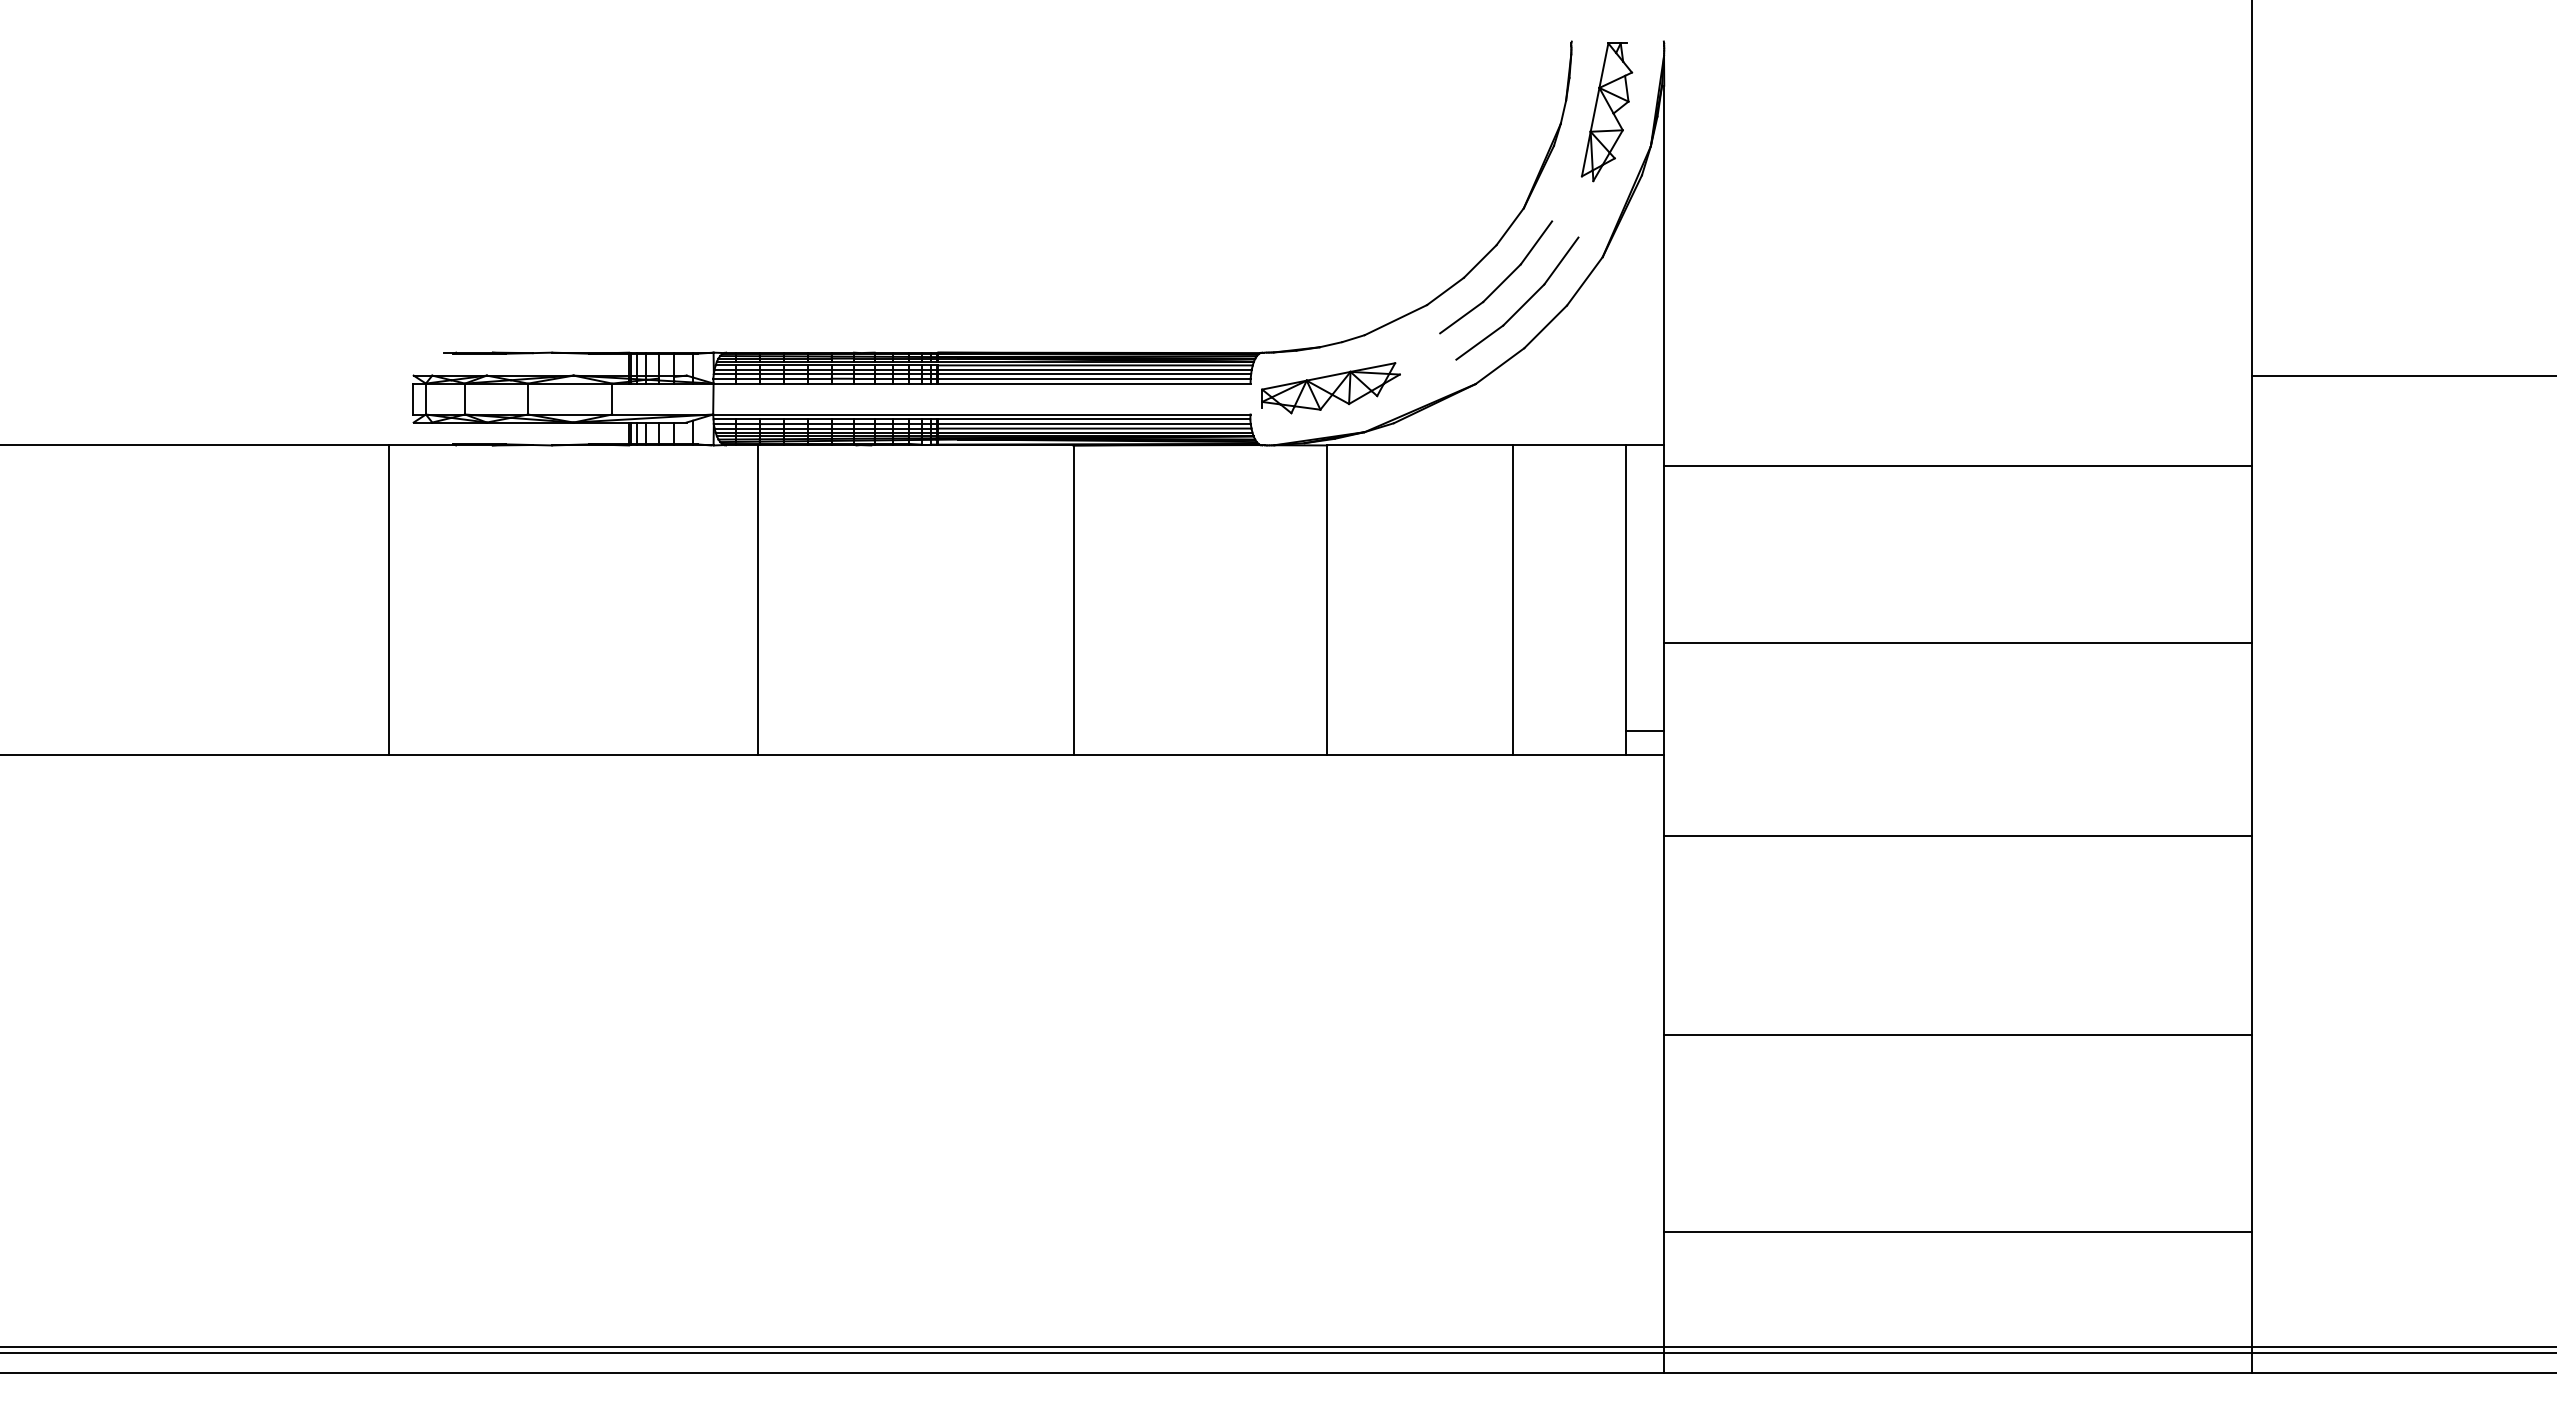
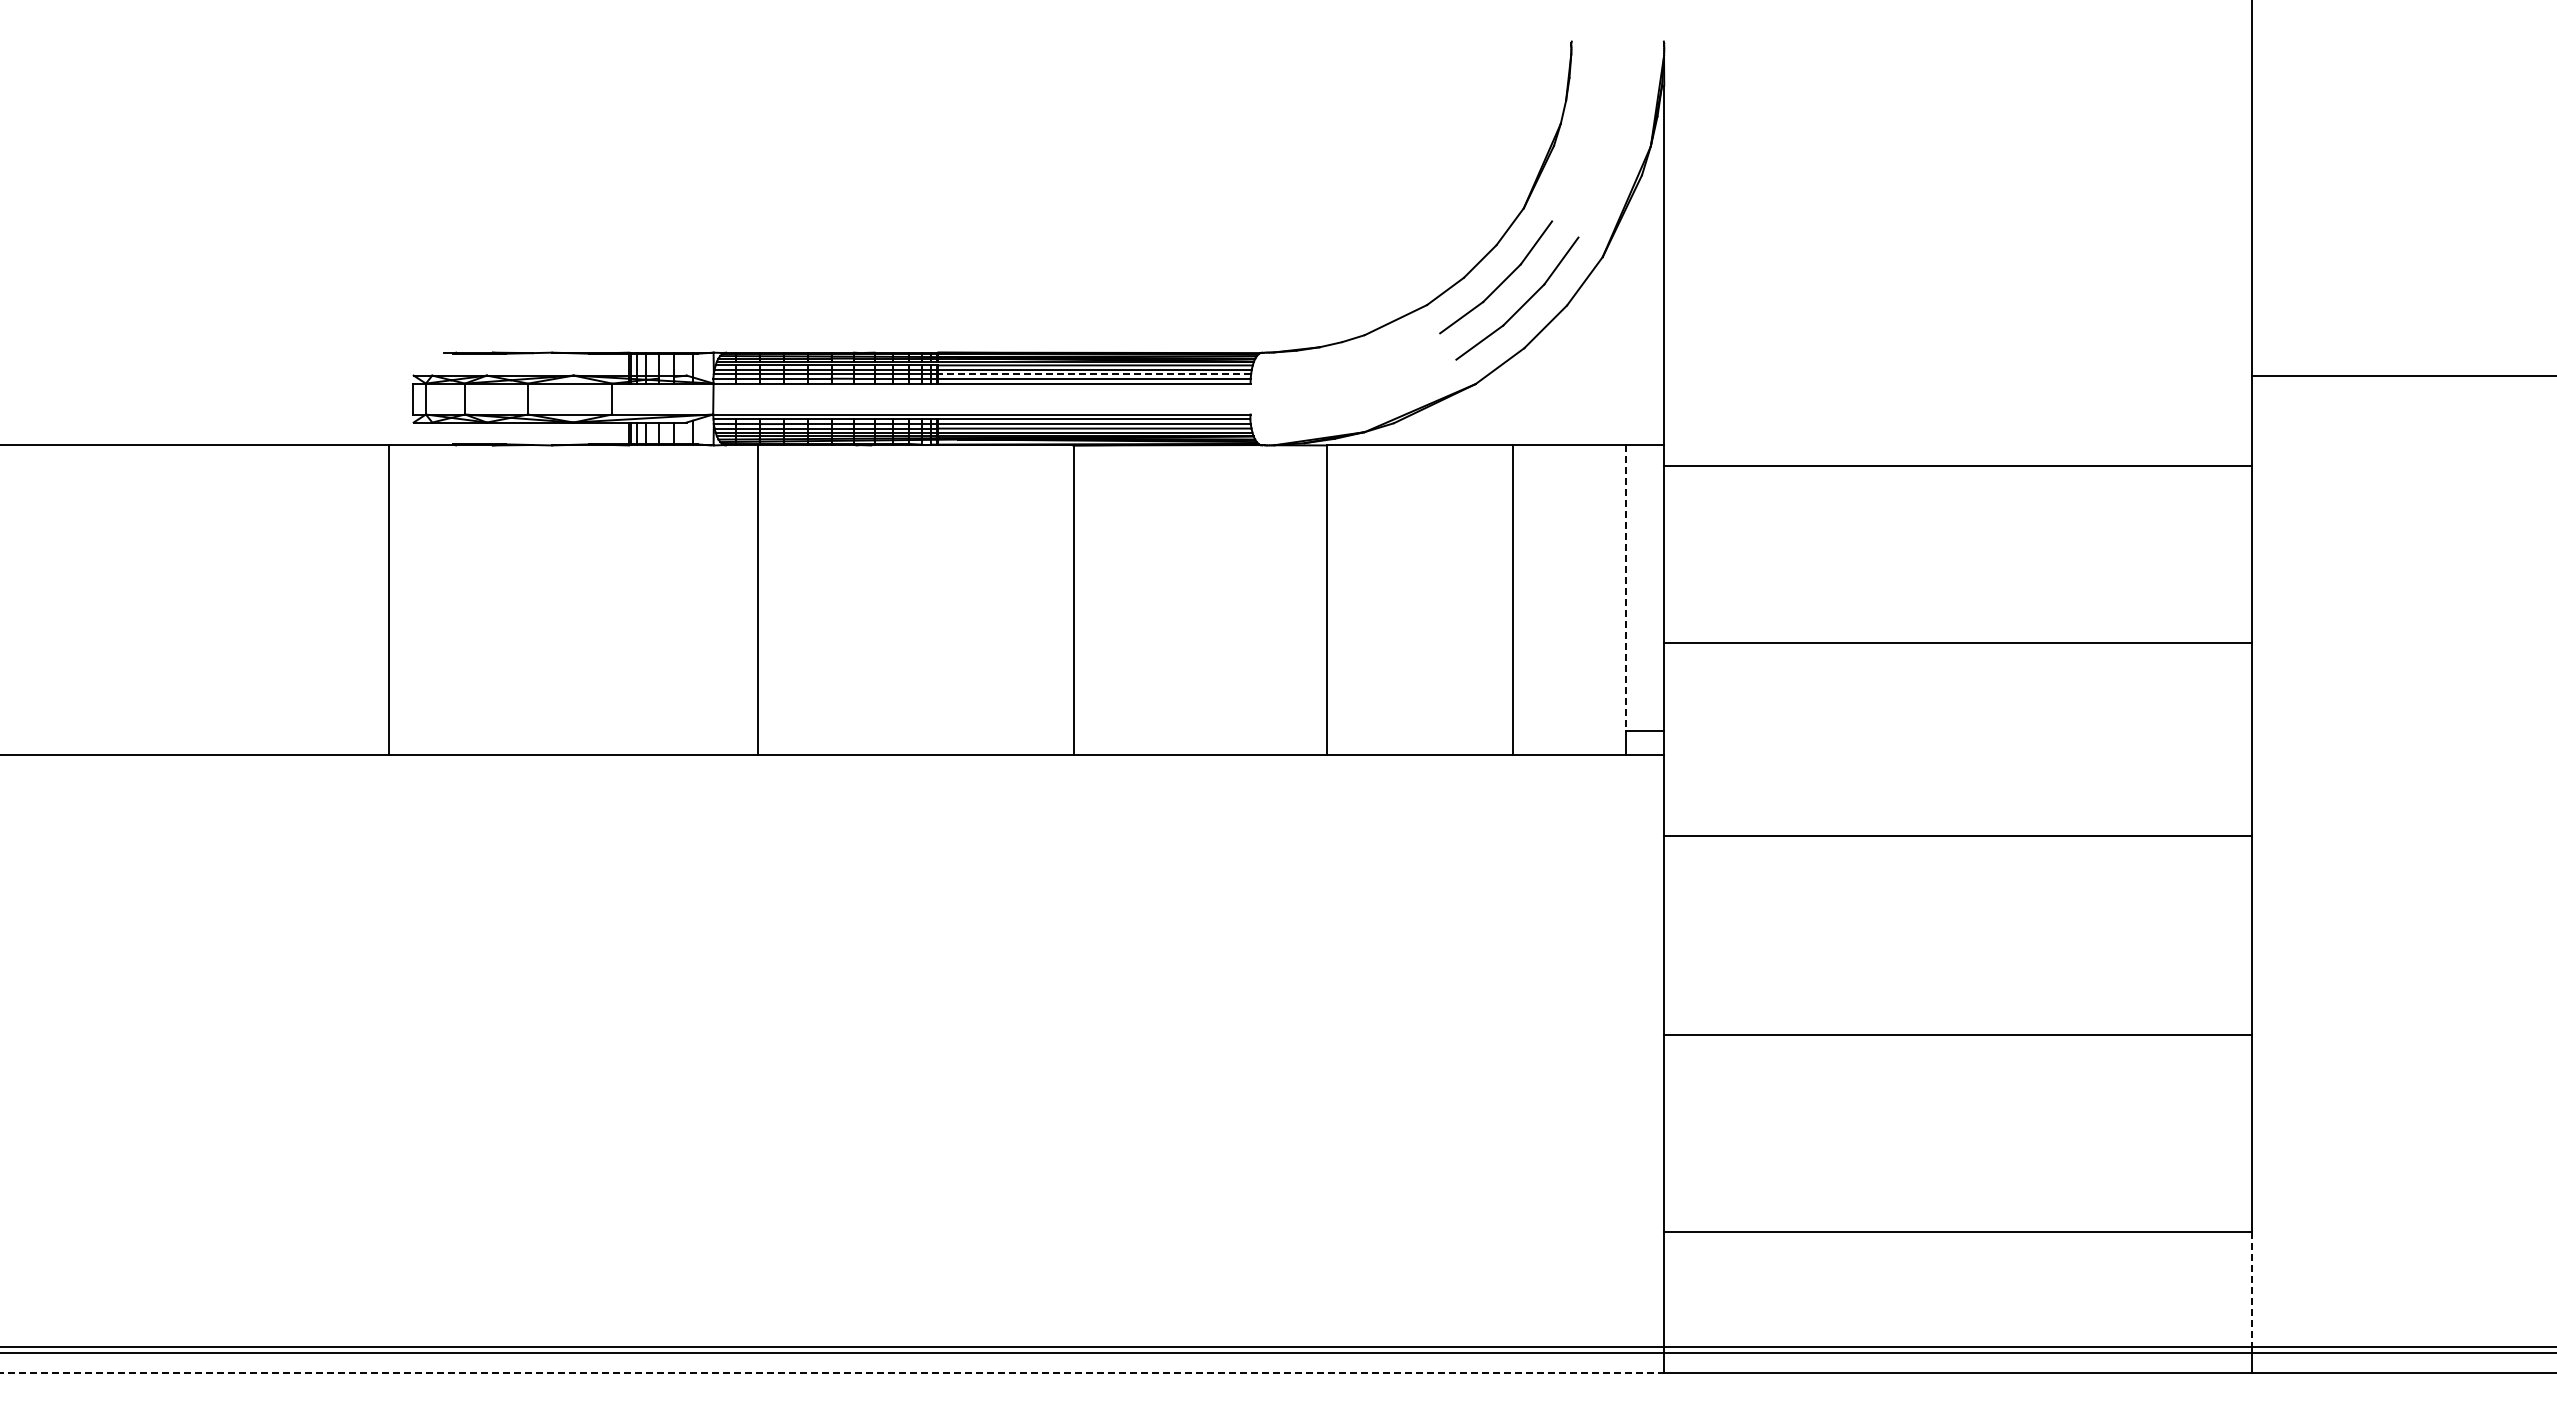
part at (1606, 112): present -> none
line at (1094, 374): solid -> dashed
part at (1330, 388): present -> none
line at (1626, 588): solid -> dashed
line at (2251, 1290): solid -> dashed
line at (832, 1372): solid -> dashed
